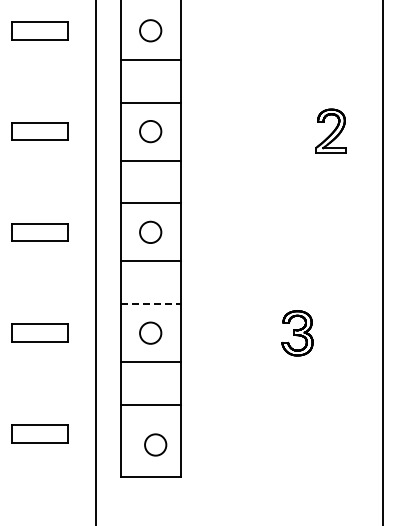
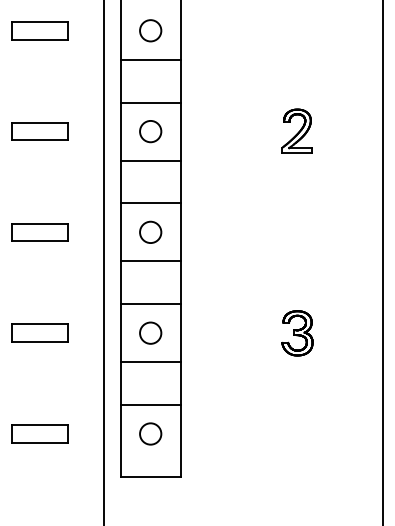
part at (330, 130) position: (330, 130) -> (296, 130)
line at (95, 262) position: (95, 262) -> (103, 262)
line at (151, 304): dashed -> solid
circle at (155, 444) position: (155, 444) -> (150, 433)
